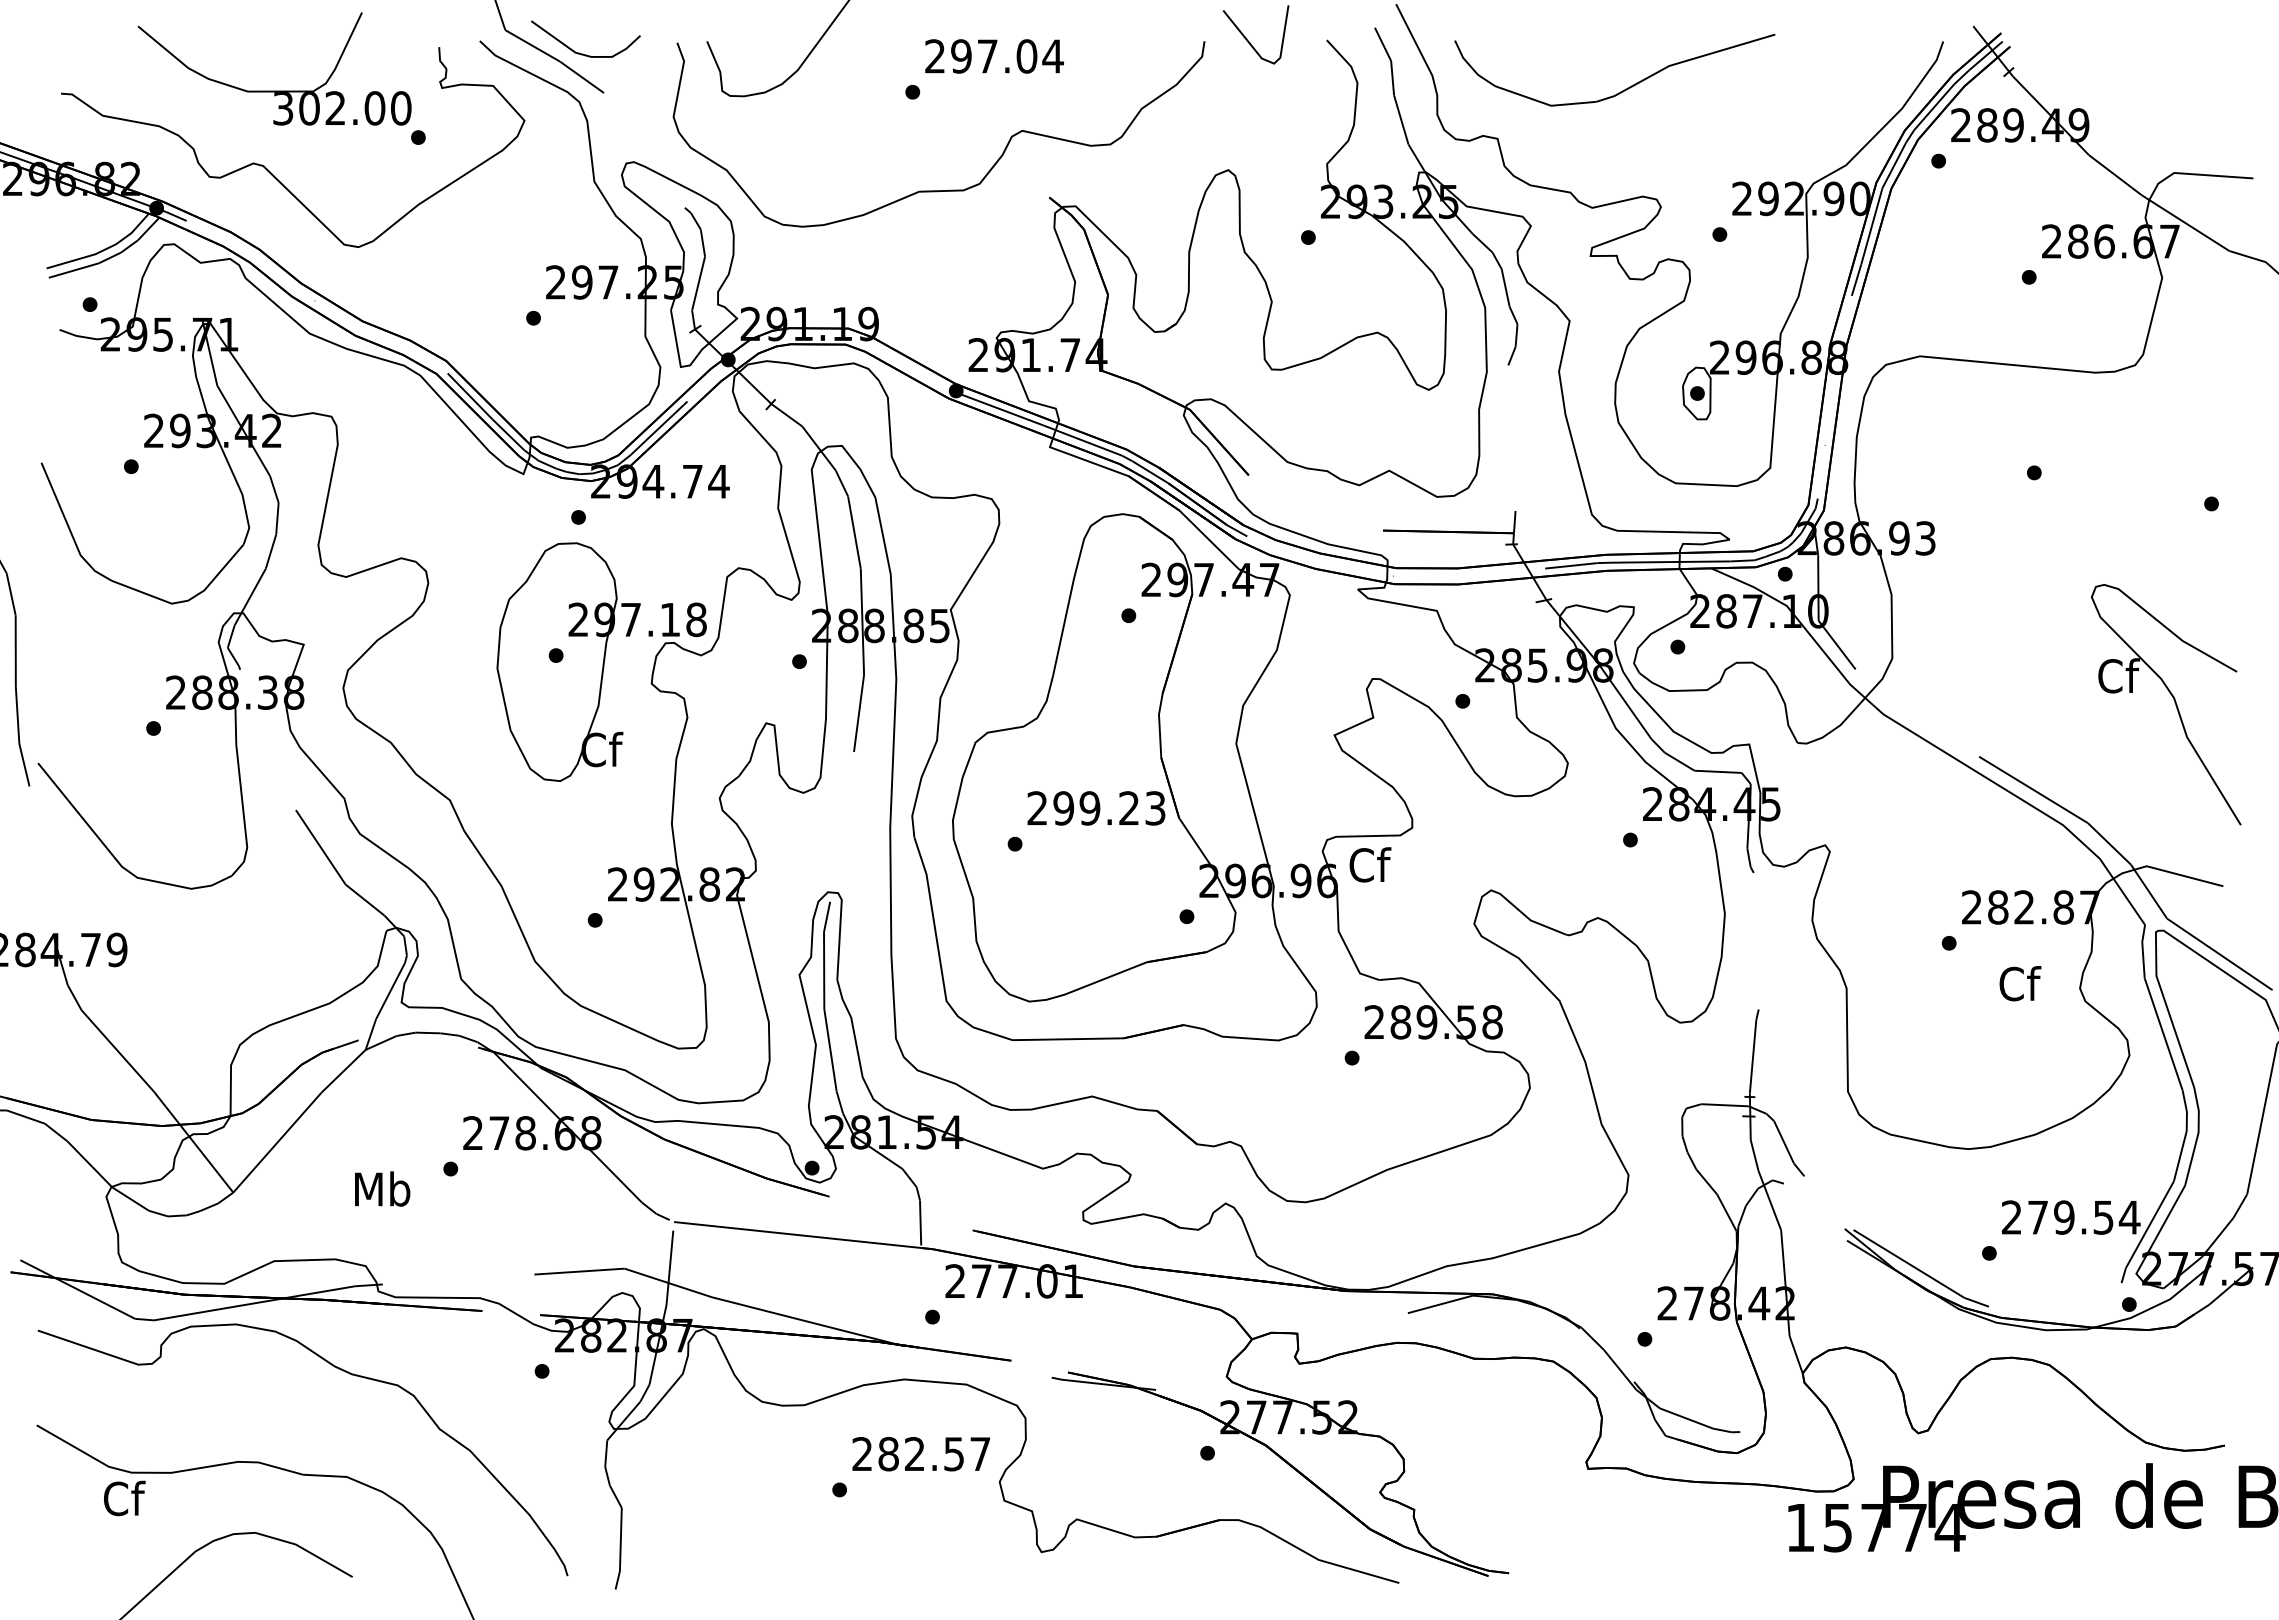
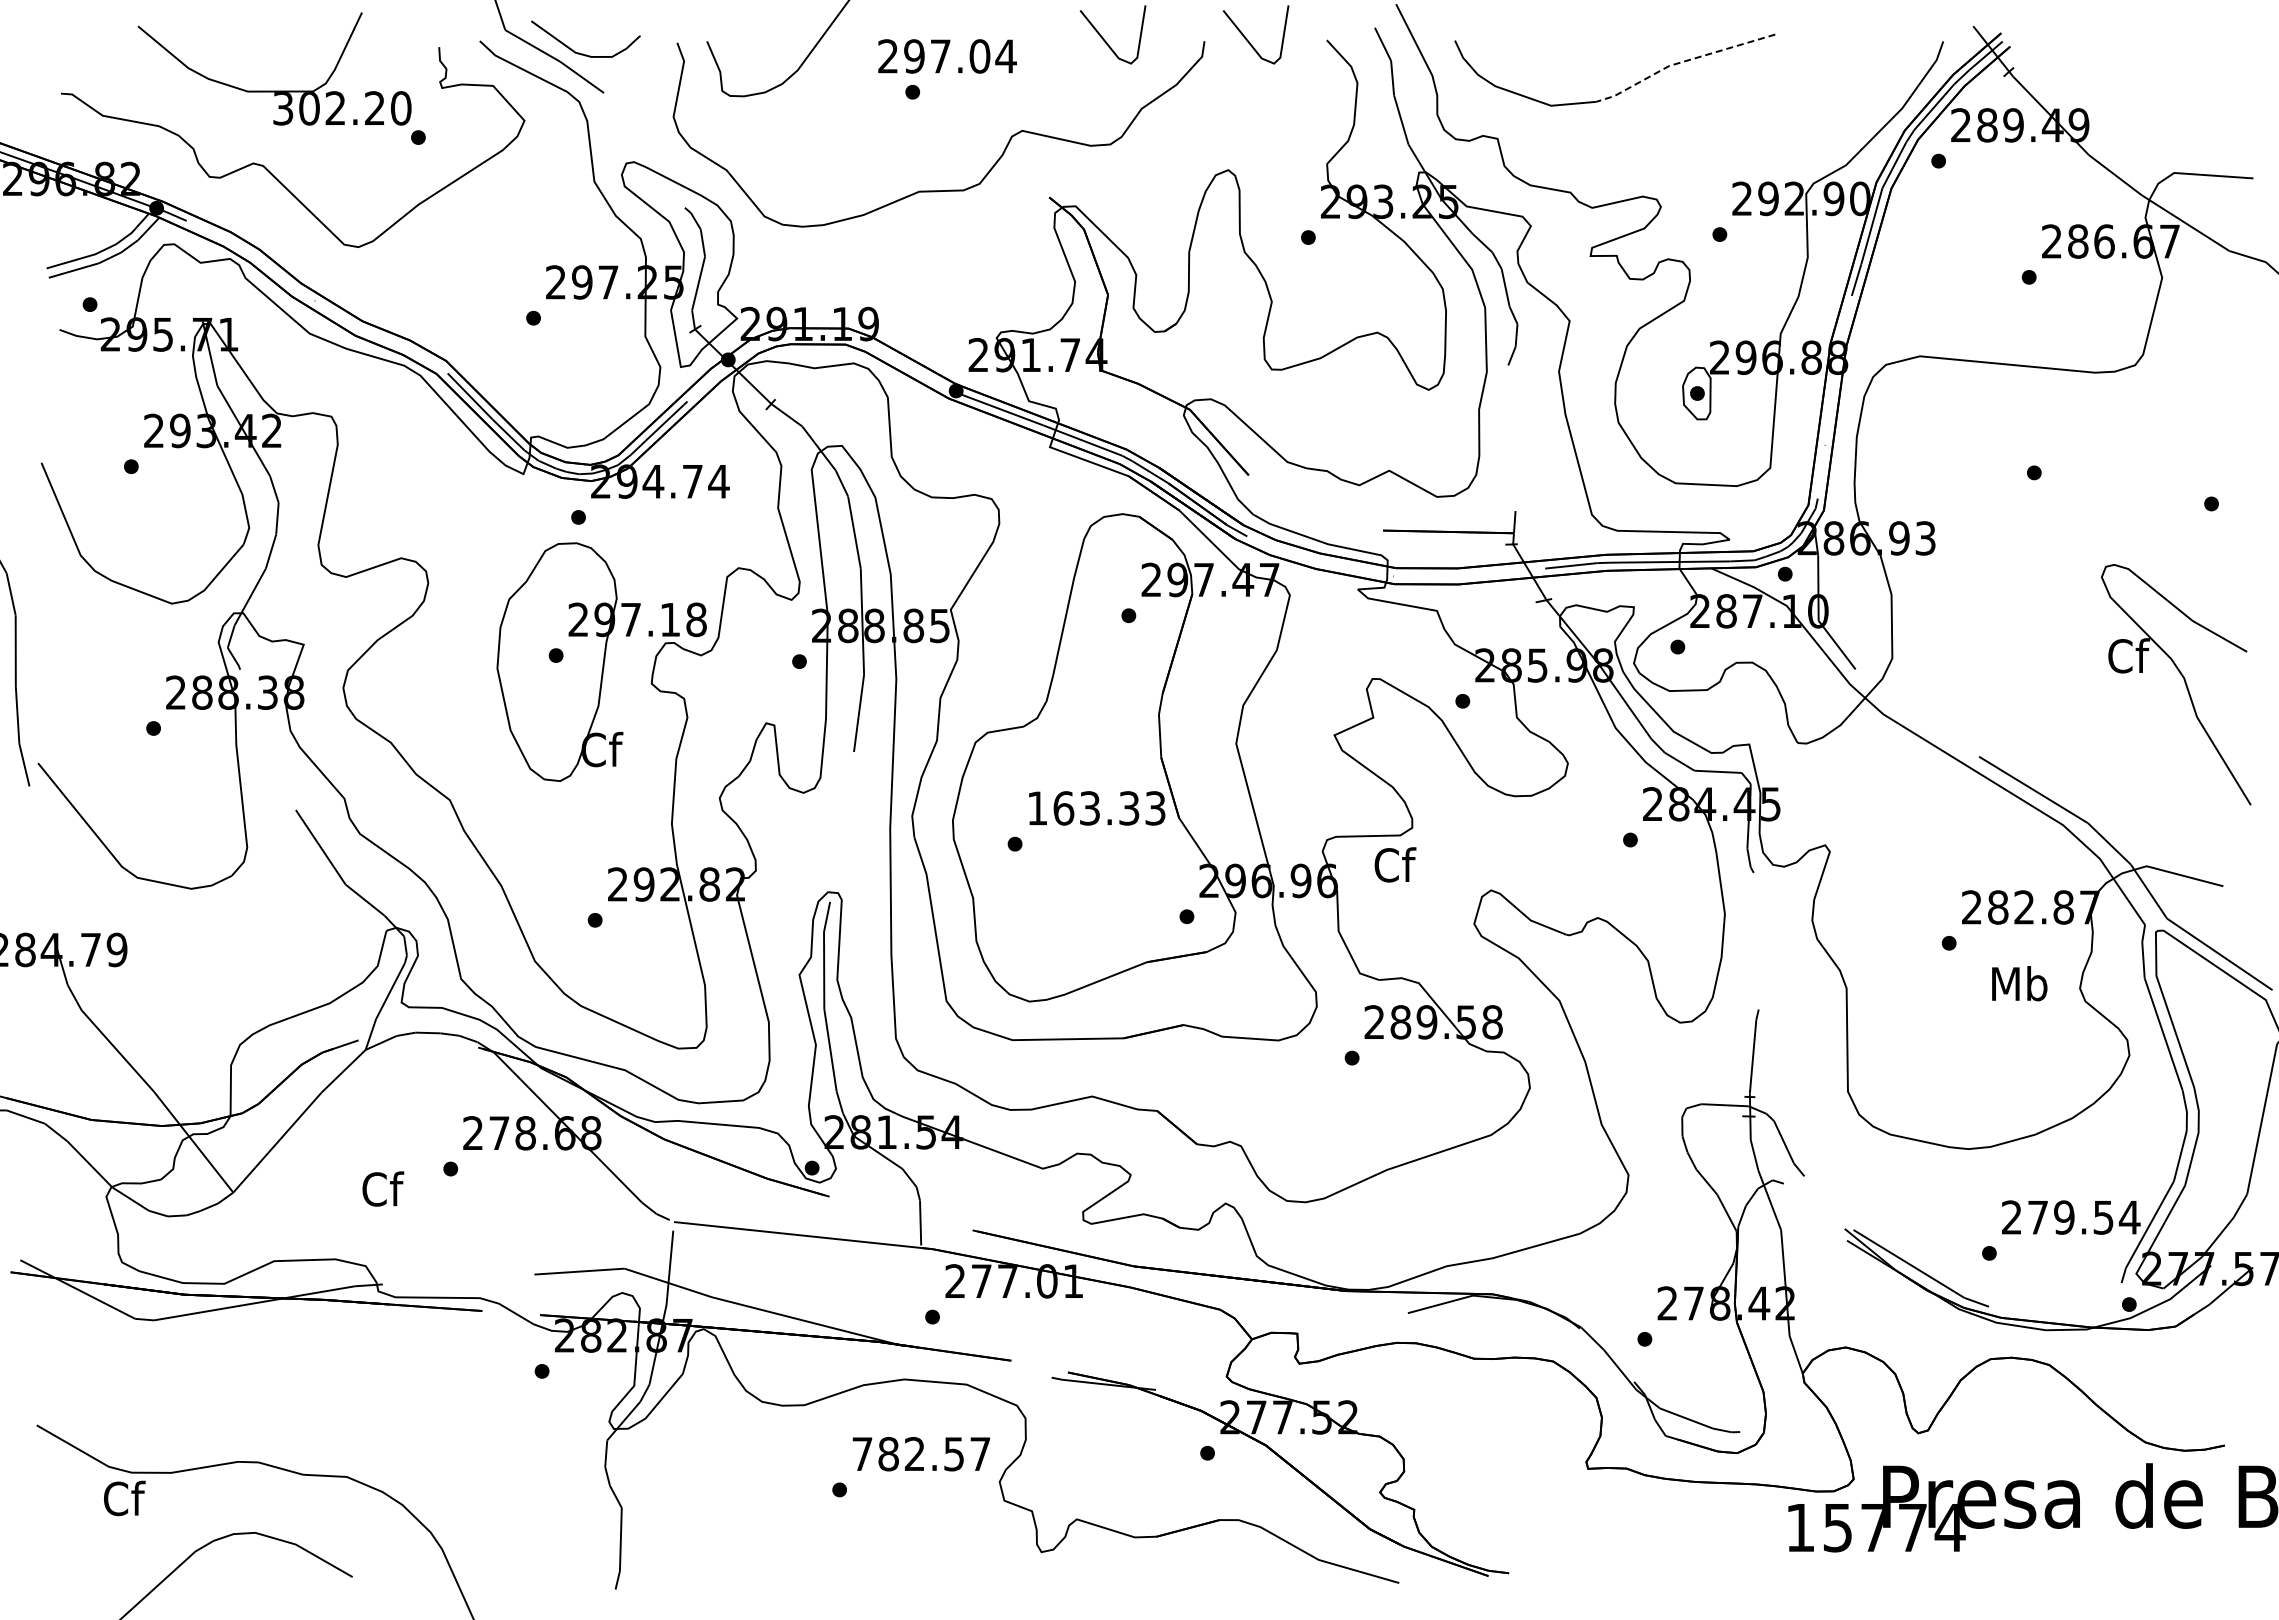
line at (1105, 40): none -> present
text at (994, 56) position: (994, 56) -> (947, 56)
line at (1681, 62): solid -> dashed
text at (374, 108): 302.00 -> 302.20
part at (2174, 702) position: (2174, 702) -> (2184, 682)
text at (1083, 808): 299.23 -> 163.33
text at (1370, 864) position: (1370, 864) -> (1395, 864)
text at (2019, 983): Cf -> Mb
text at (382, 1188): Mb -> Cf
curve at (340, 1370): present -> none
text at (862, 1453): 282.57 -> 782.57
